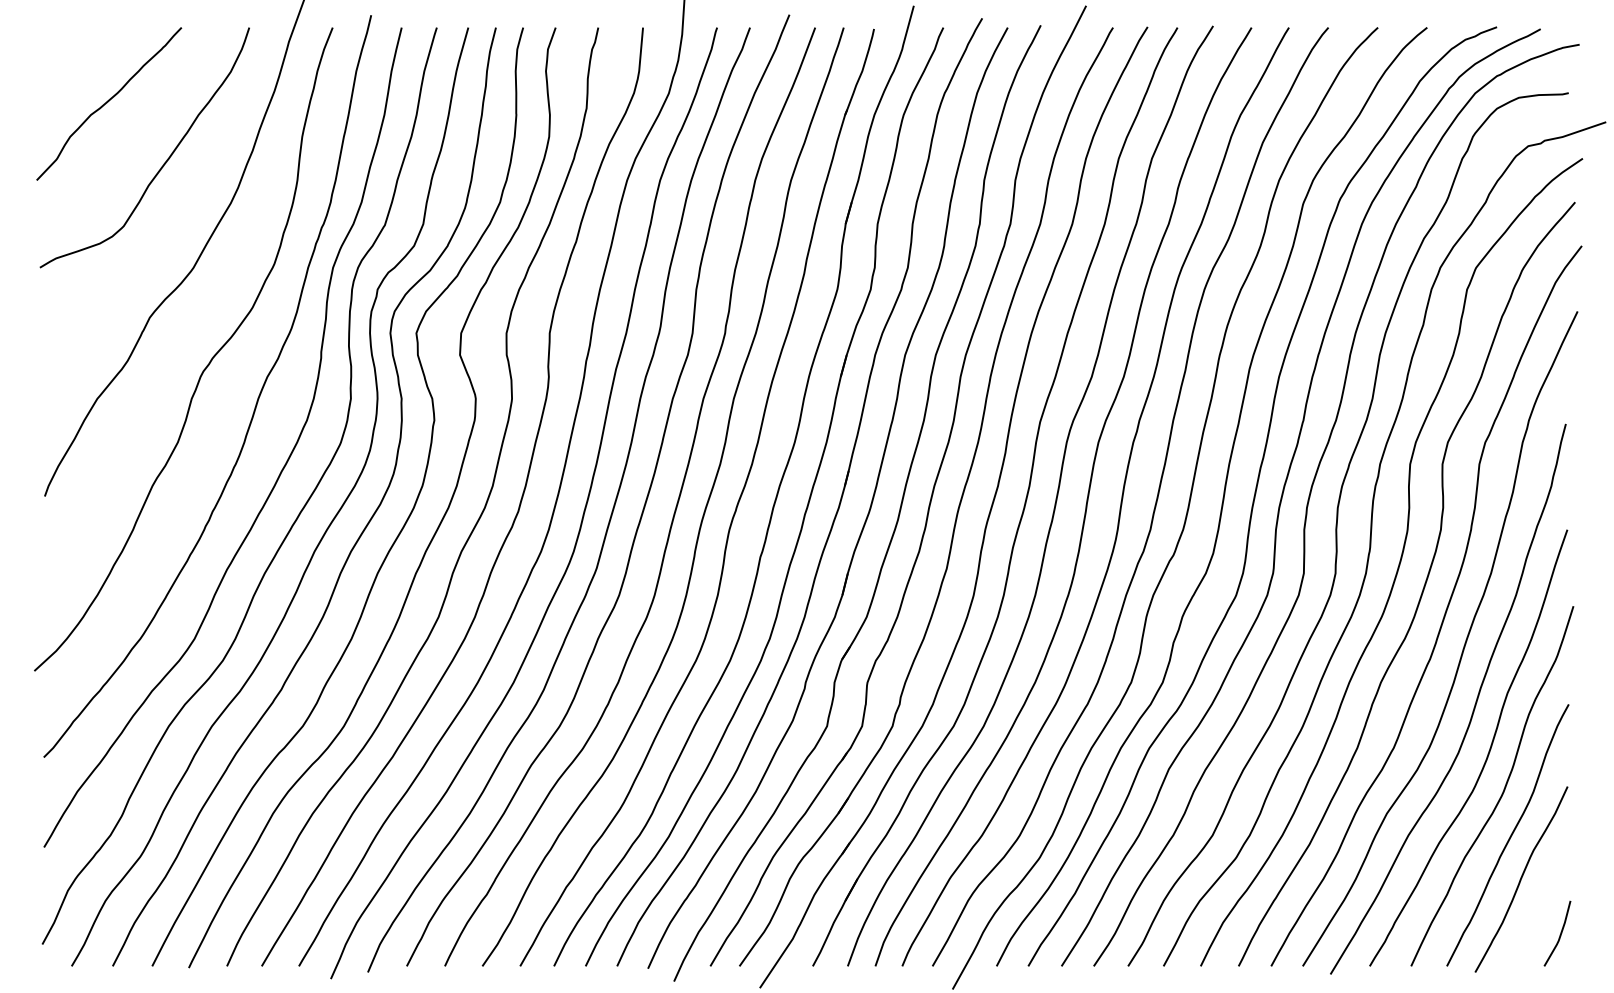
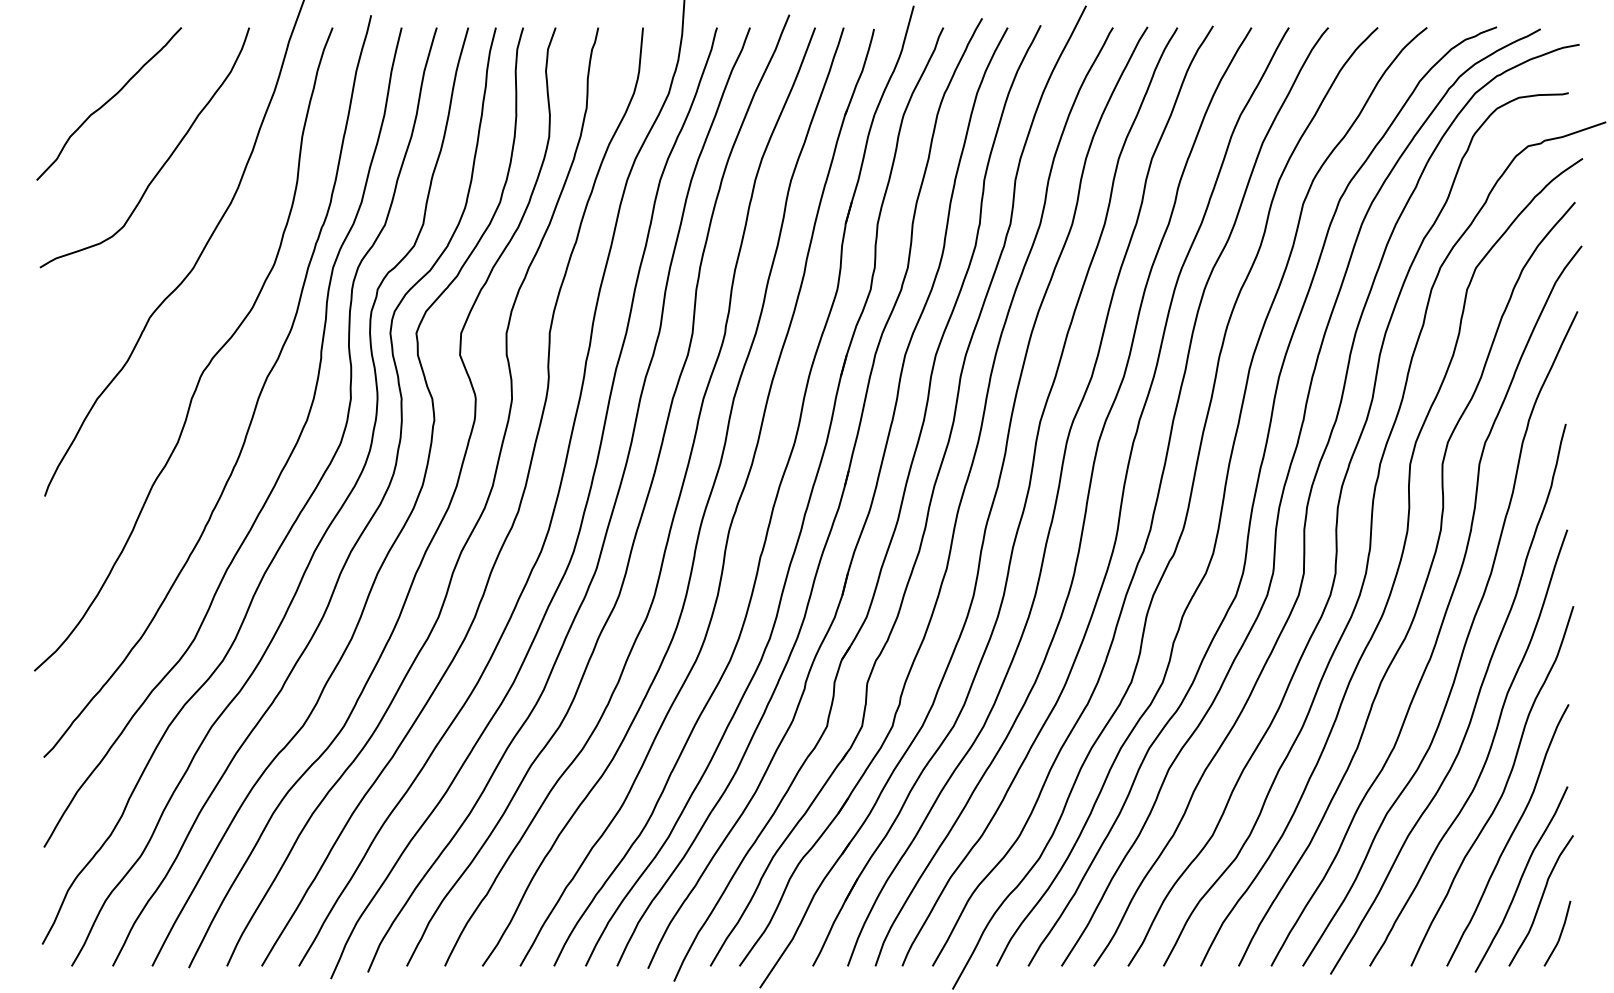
curve at (1540, 900): none -> present
